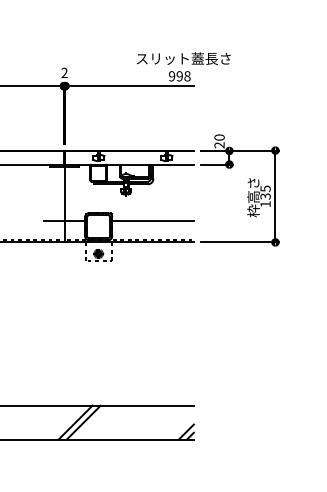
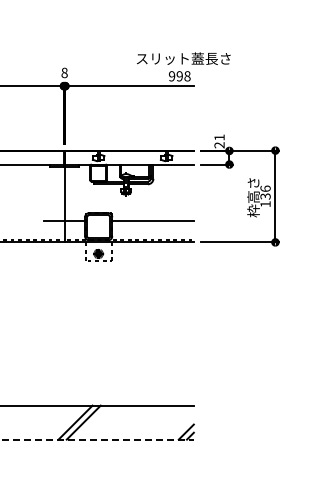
text at (64, 72): 2 -> 8
text at (219, 137): 20 -> 21
text at (265, 188): 135 -> 136
line at (97, 439): solid -> dashed
